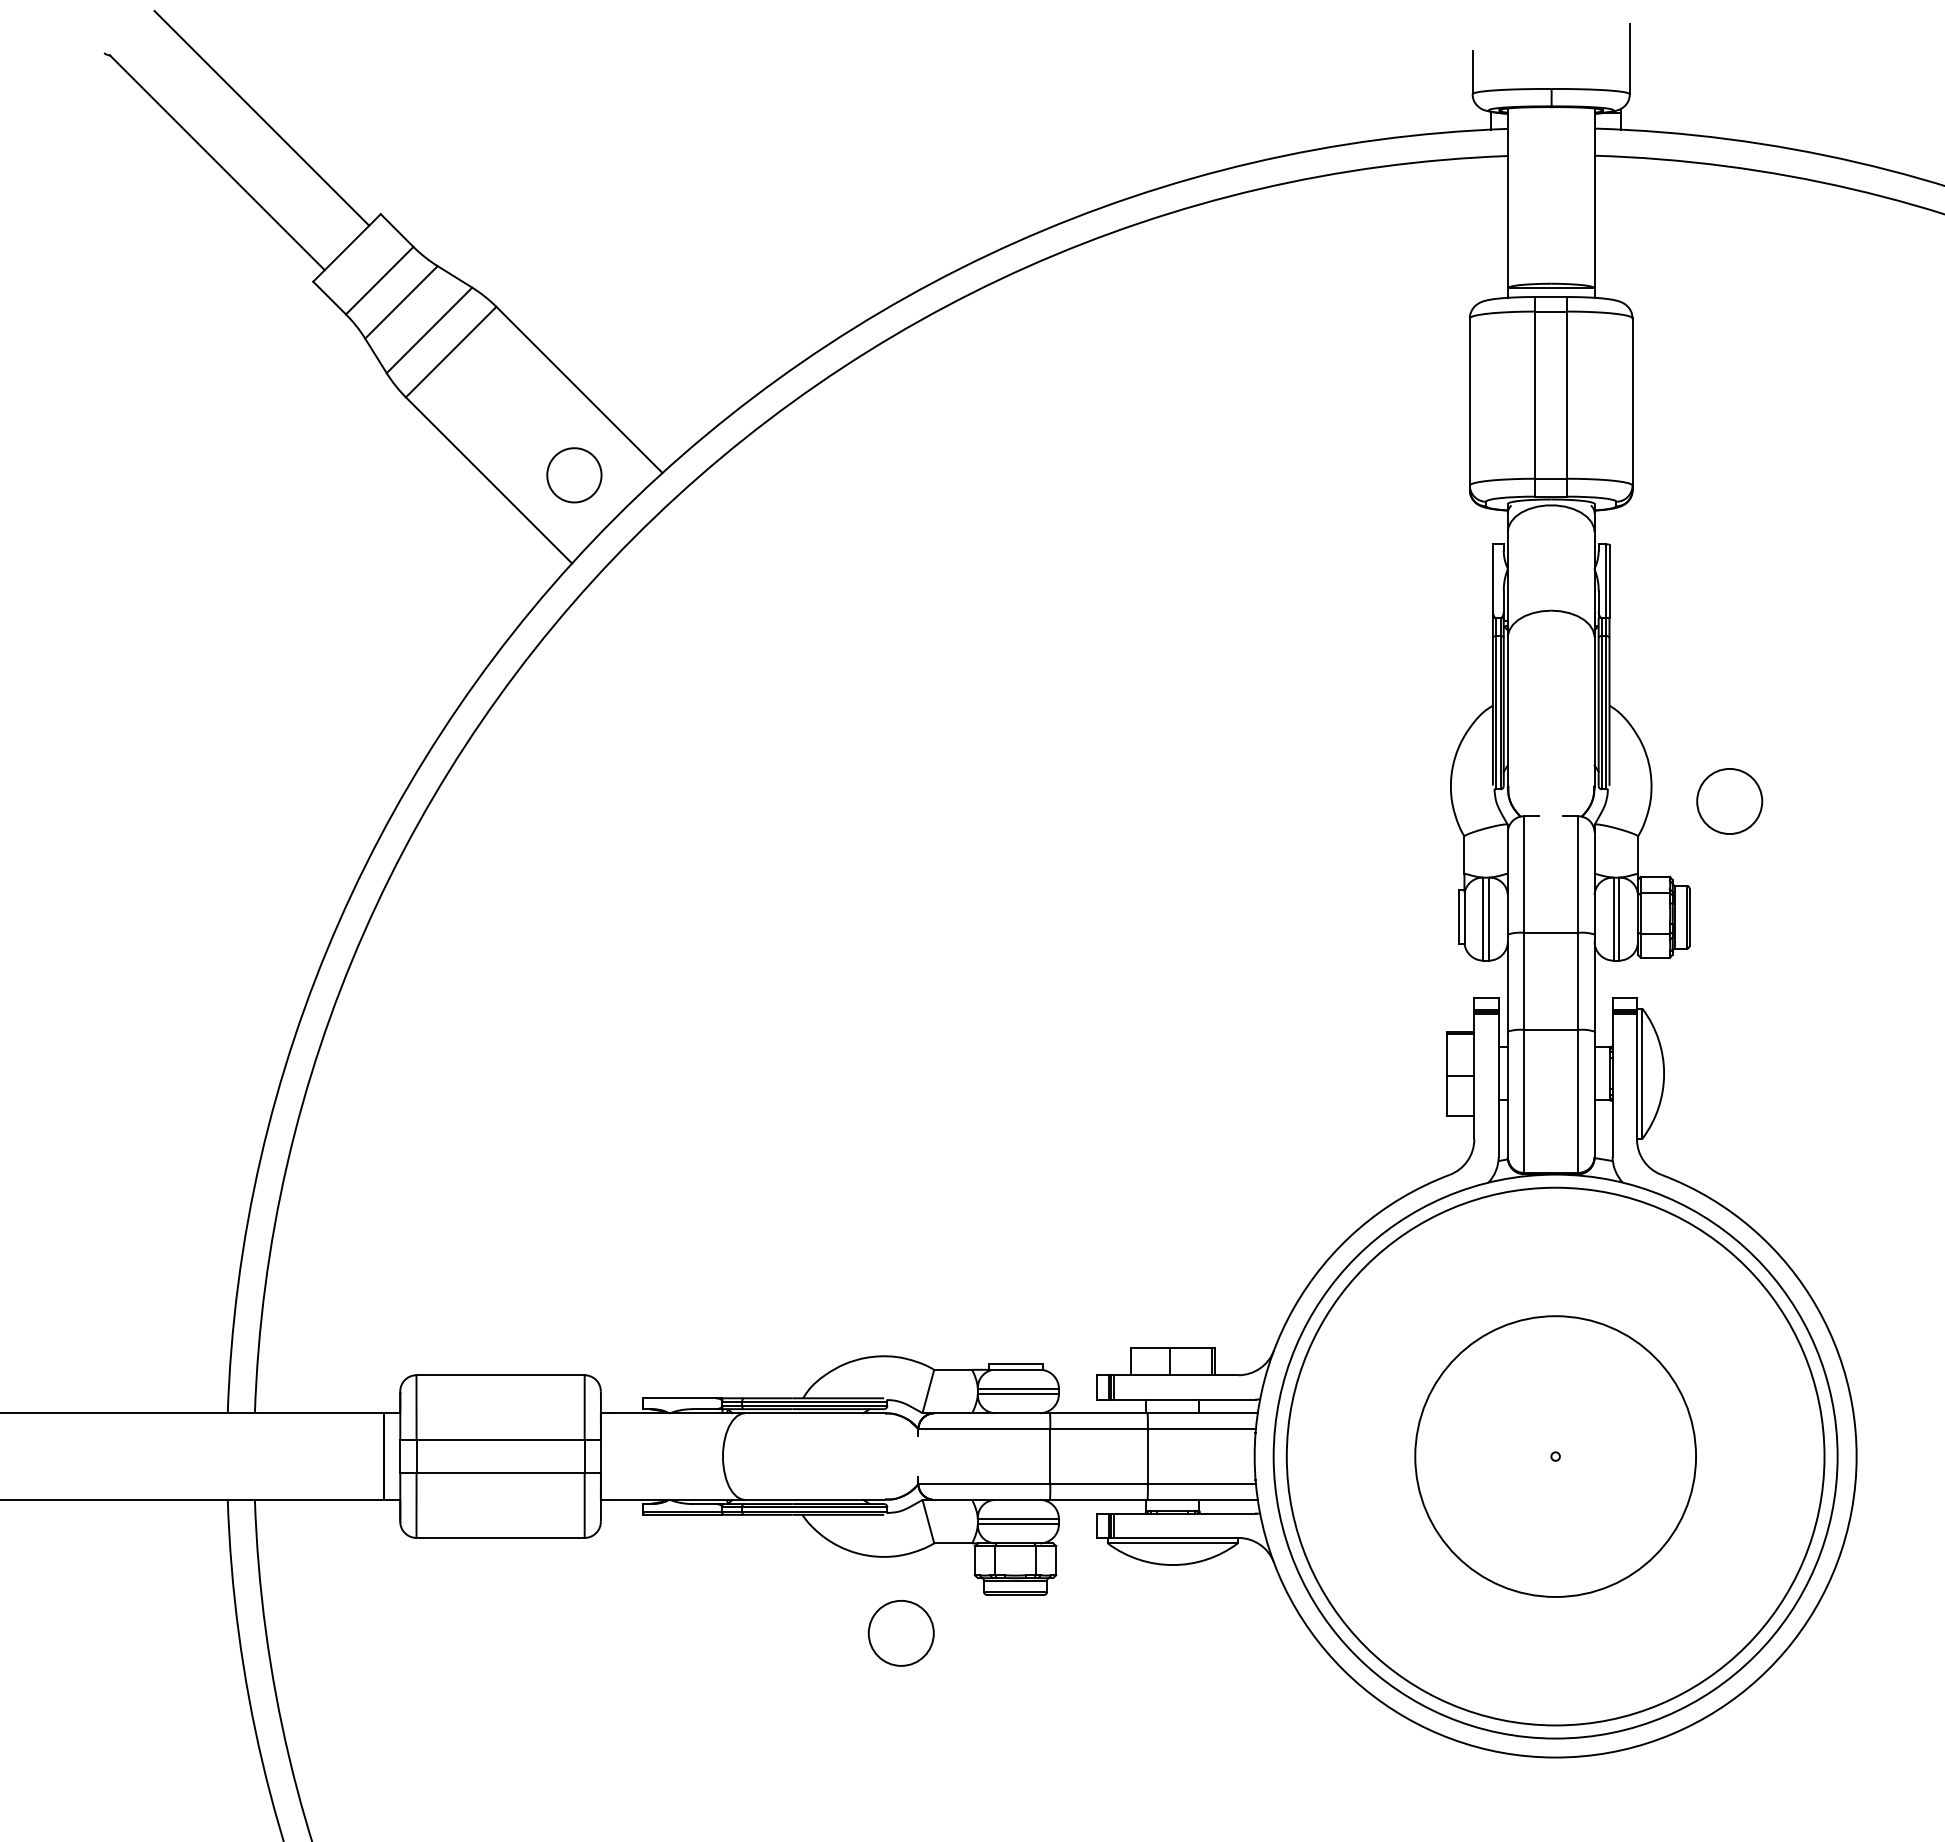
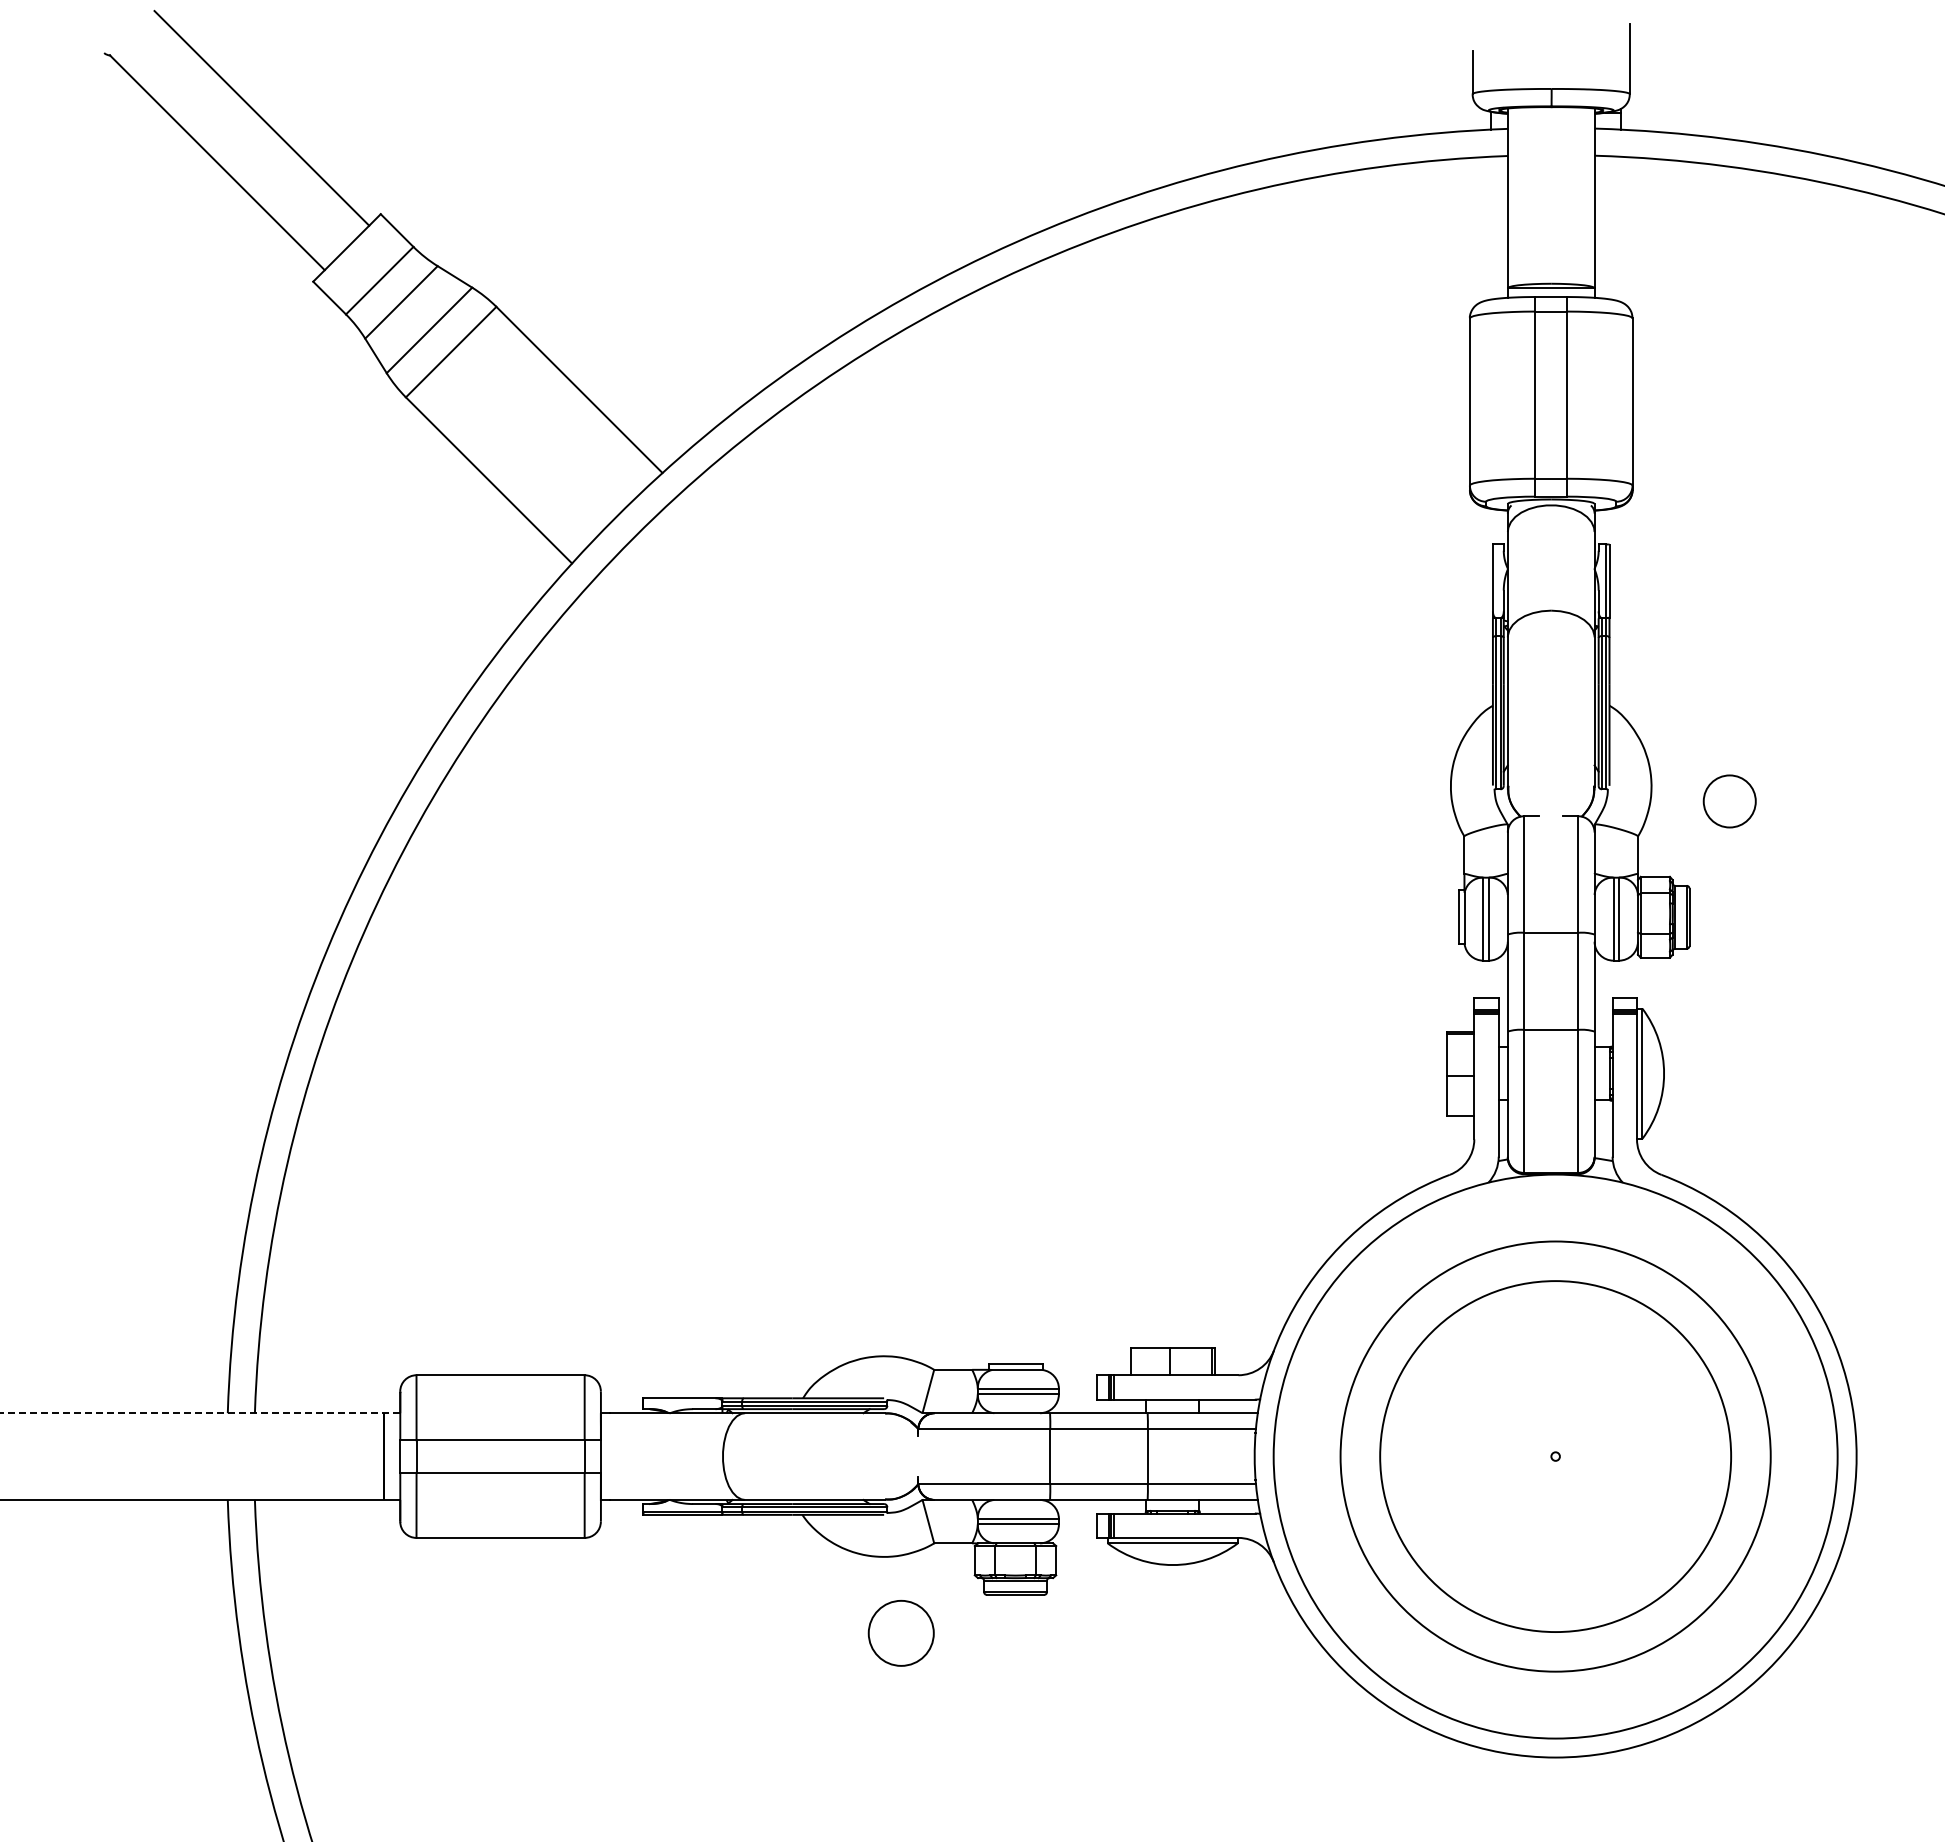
part at (574, 475): present -> none
circle at (1729, 801) size: 68x67 px -> 55x55 px
line at (200, 1413): solid -> dashed
circle at (1555, 1456) diameter: 281 px -> 351 px
circle at (1555, 1456) diameter: 538 px -> 430 px
